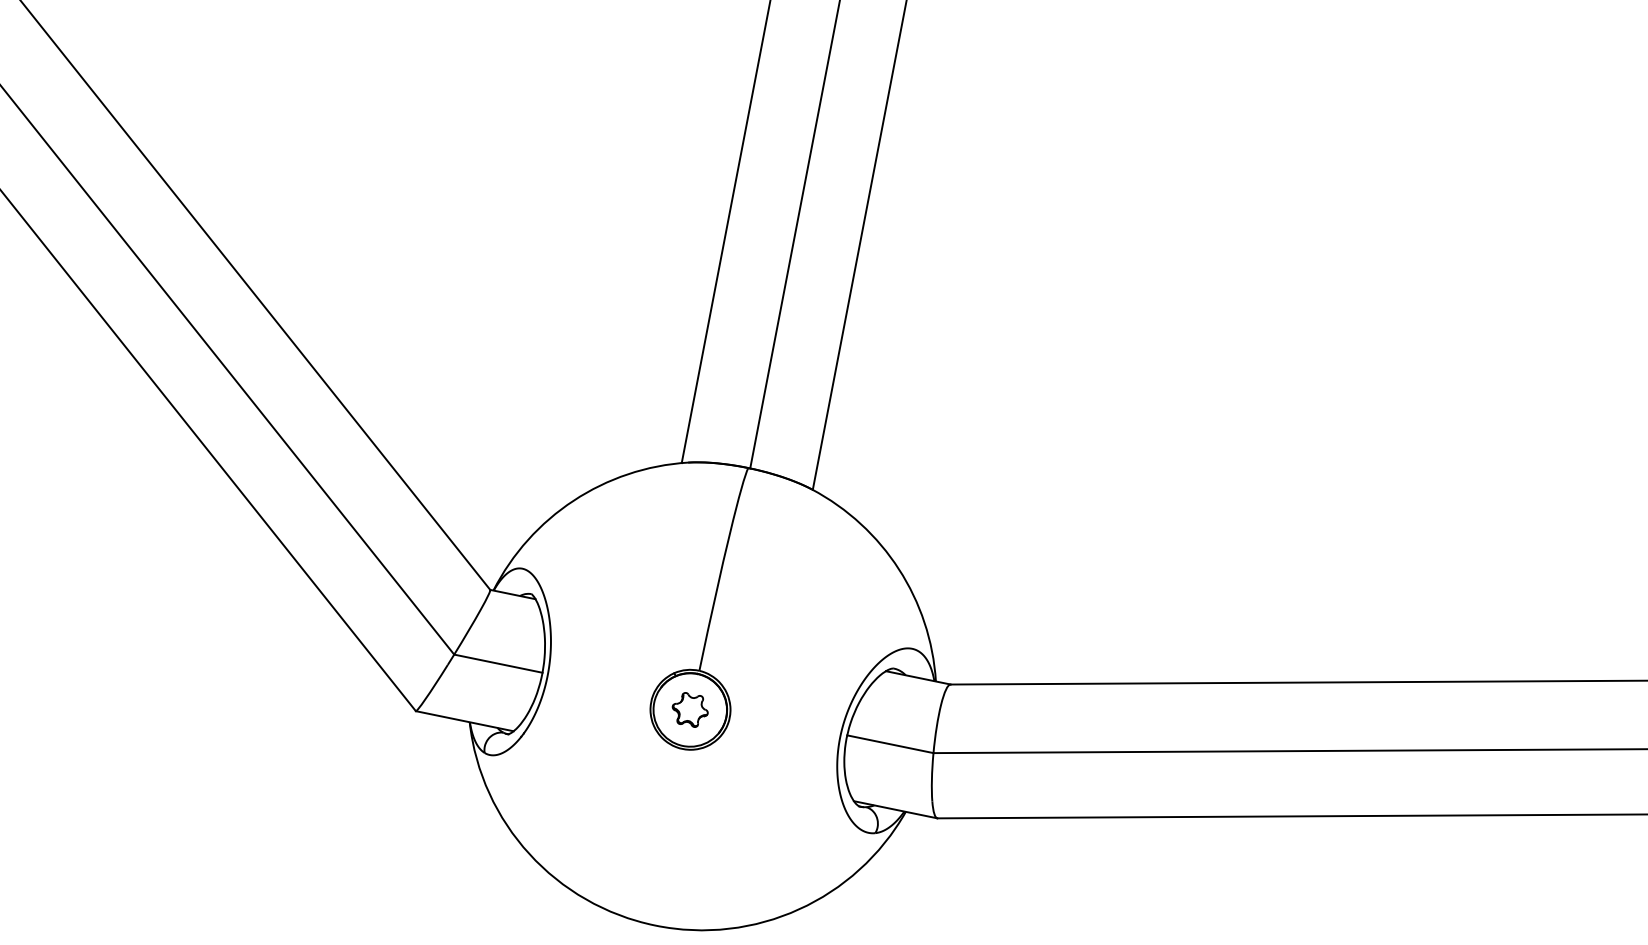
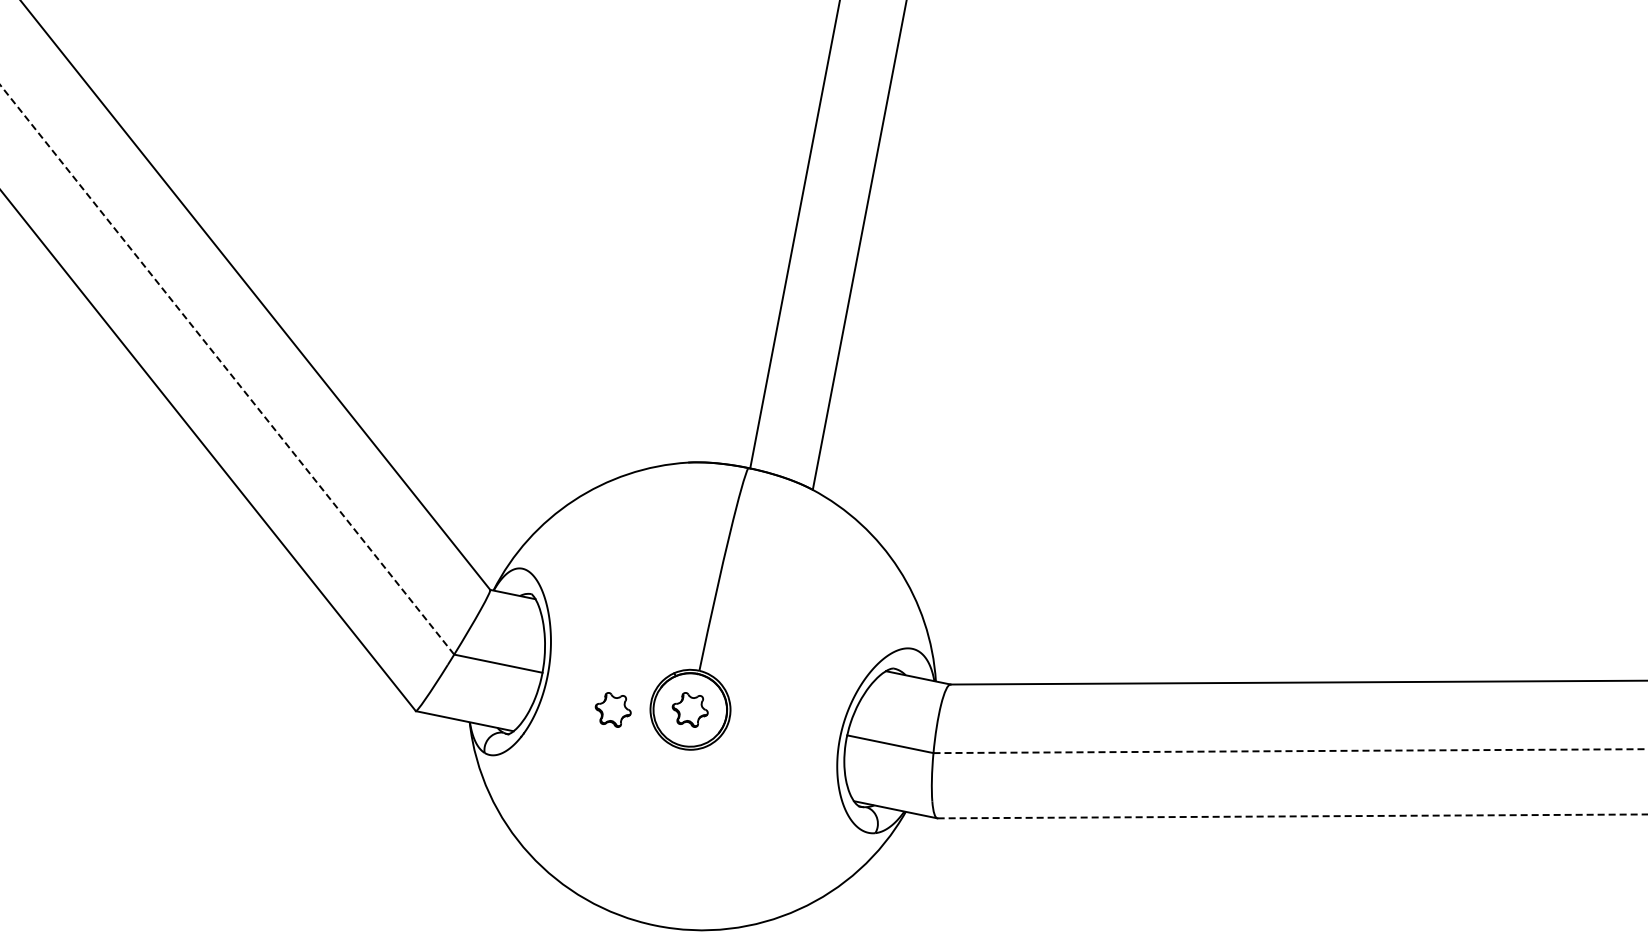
line at (725, 232): present -> none
line at (227, 370): solid -> dashed
part at (612, 709): none -> present
line at (1290, 751): solid -> dashed
line at (1292, 816): solid -> dashed
